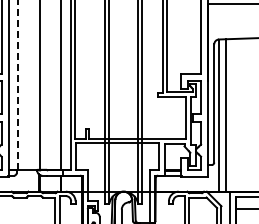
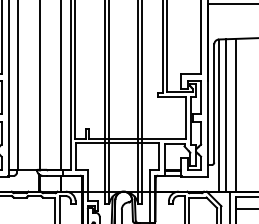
line at (17, 85): dashed -> solid
line at (235, 114): none -> present
